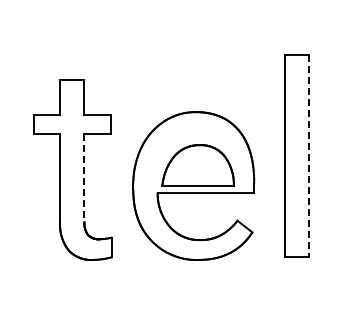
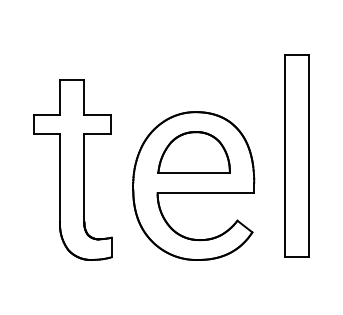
line at (308, 156): dashed -> solid
part at (197, 165) position: (197, 165) -> (193, 152)
line at (84, 178): dashed -> solid
